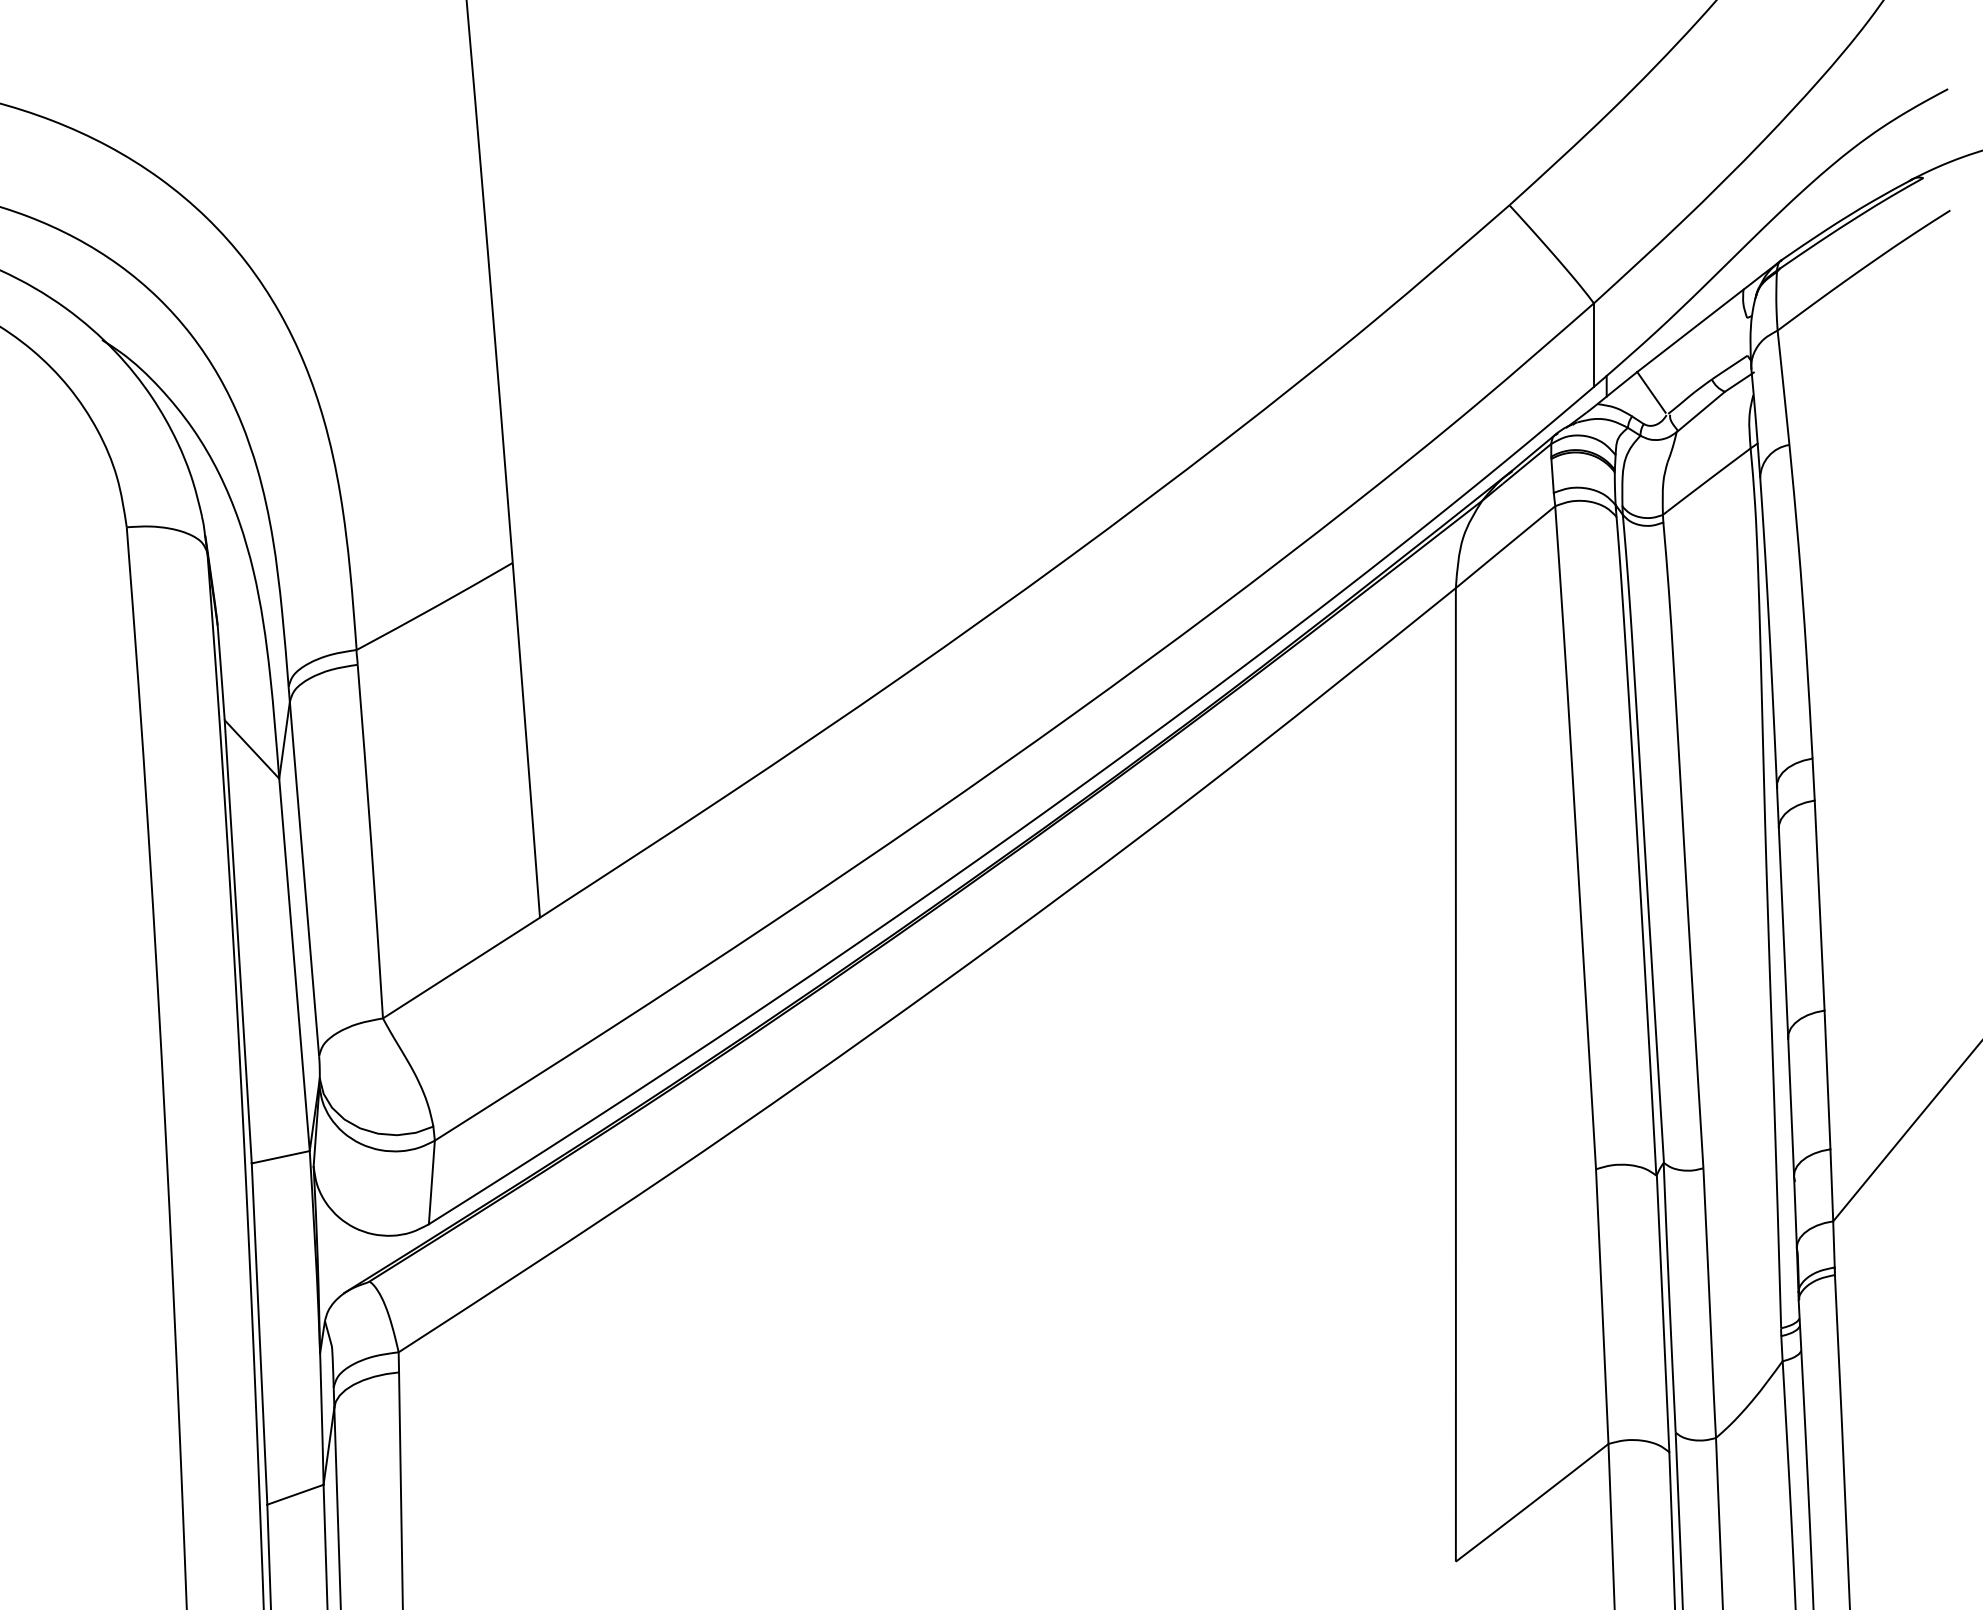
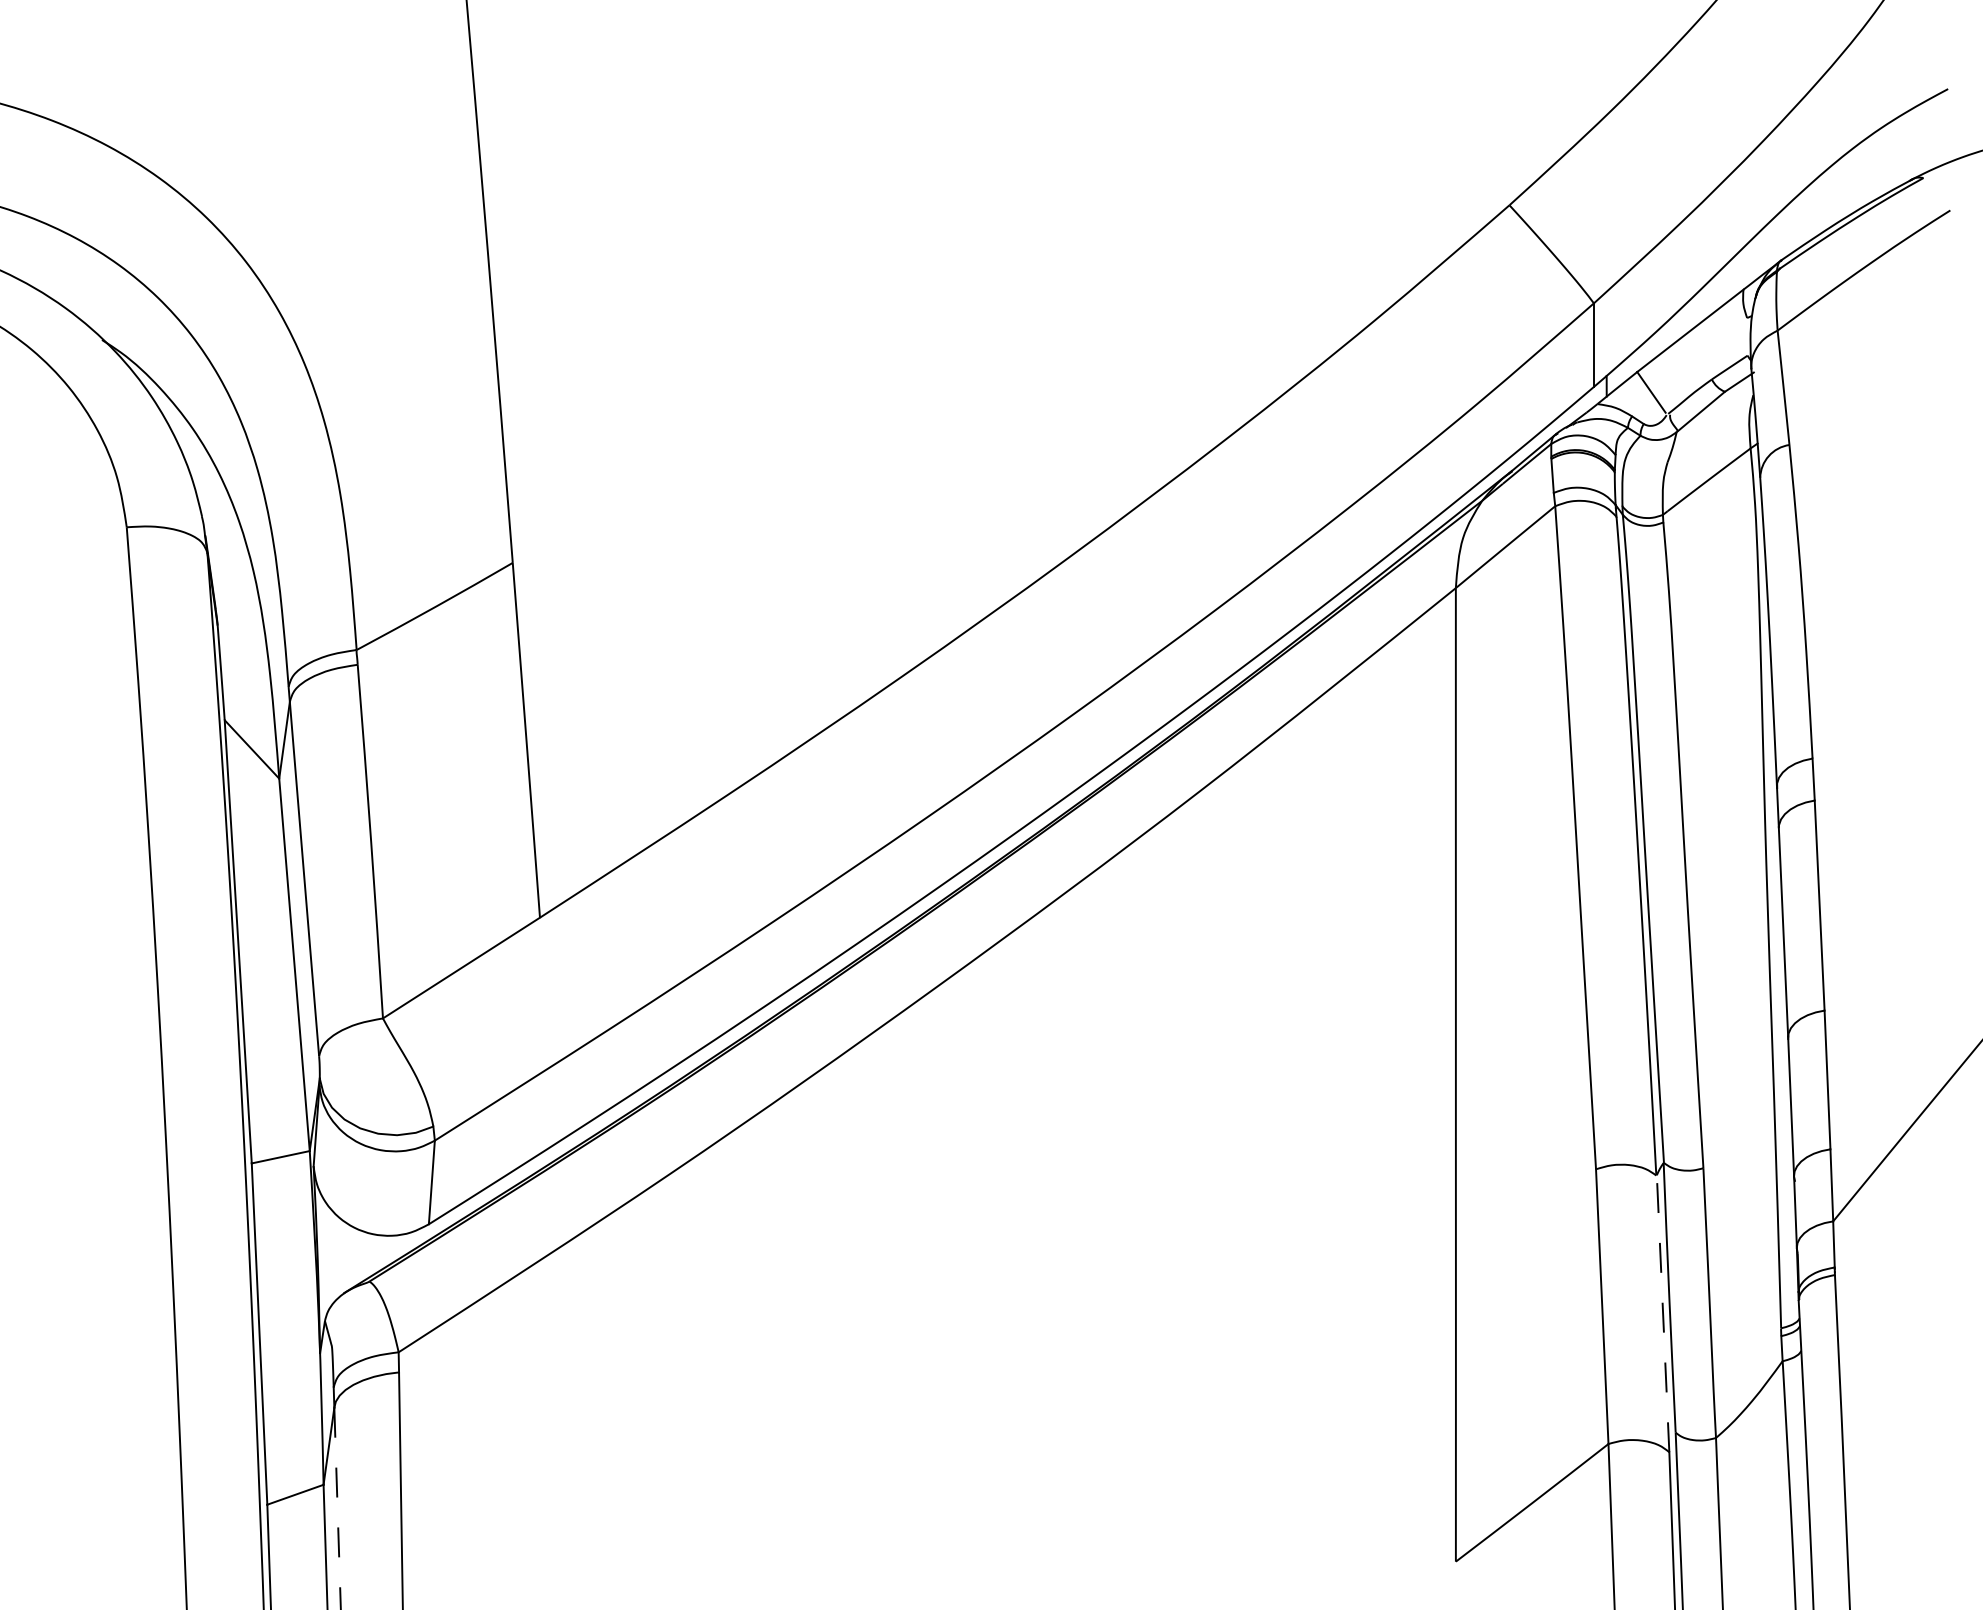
line at (1663, 1313): solid -> dashed
line at (337, 1508): solid -> dashed
